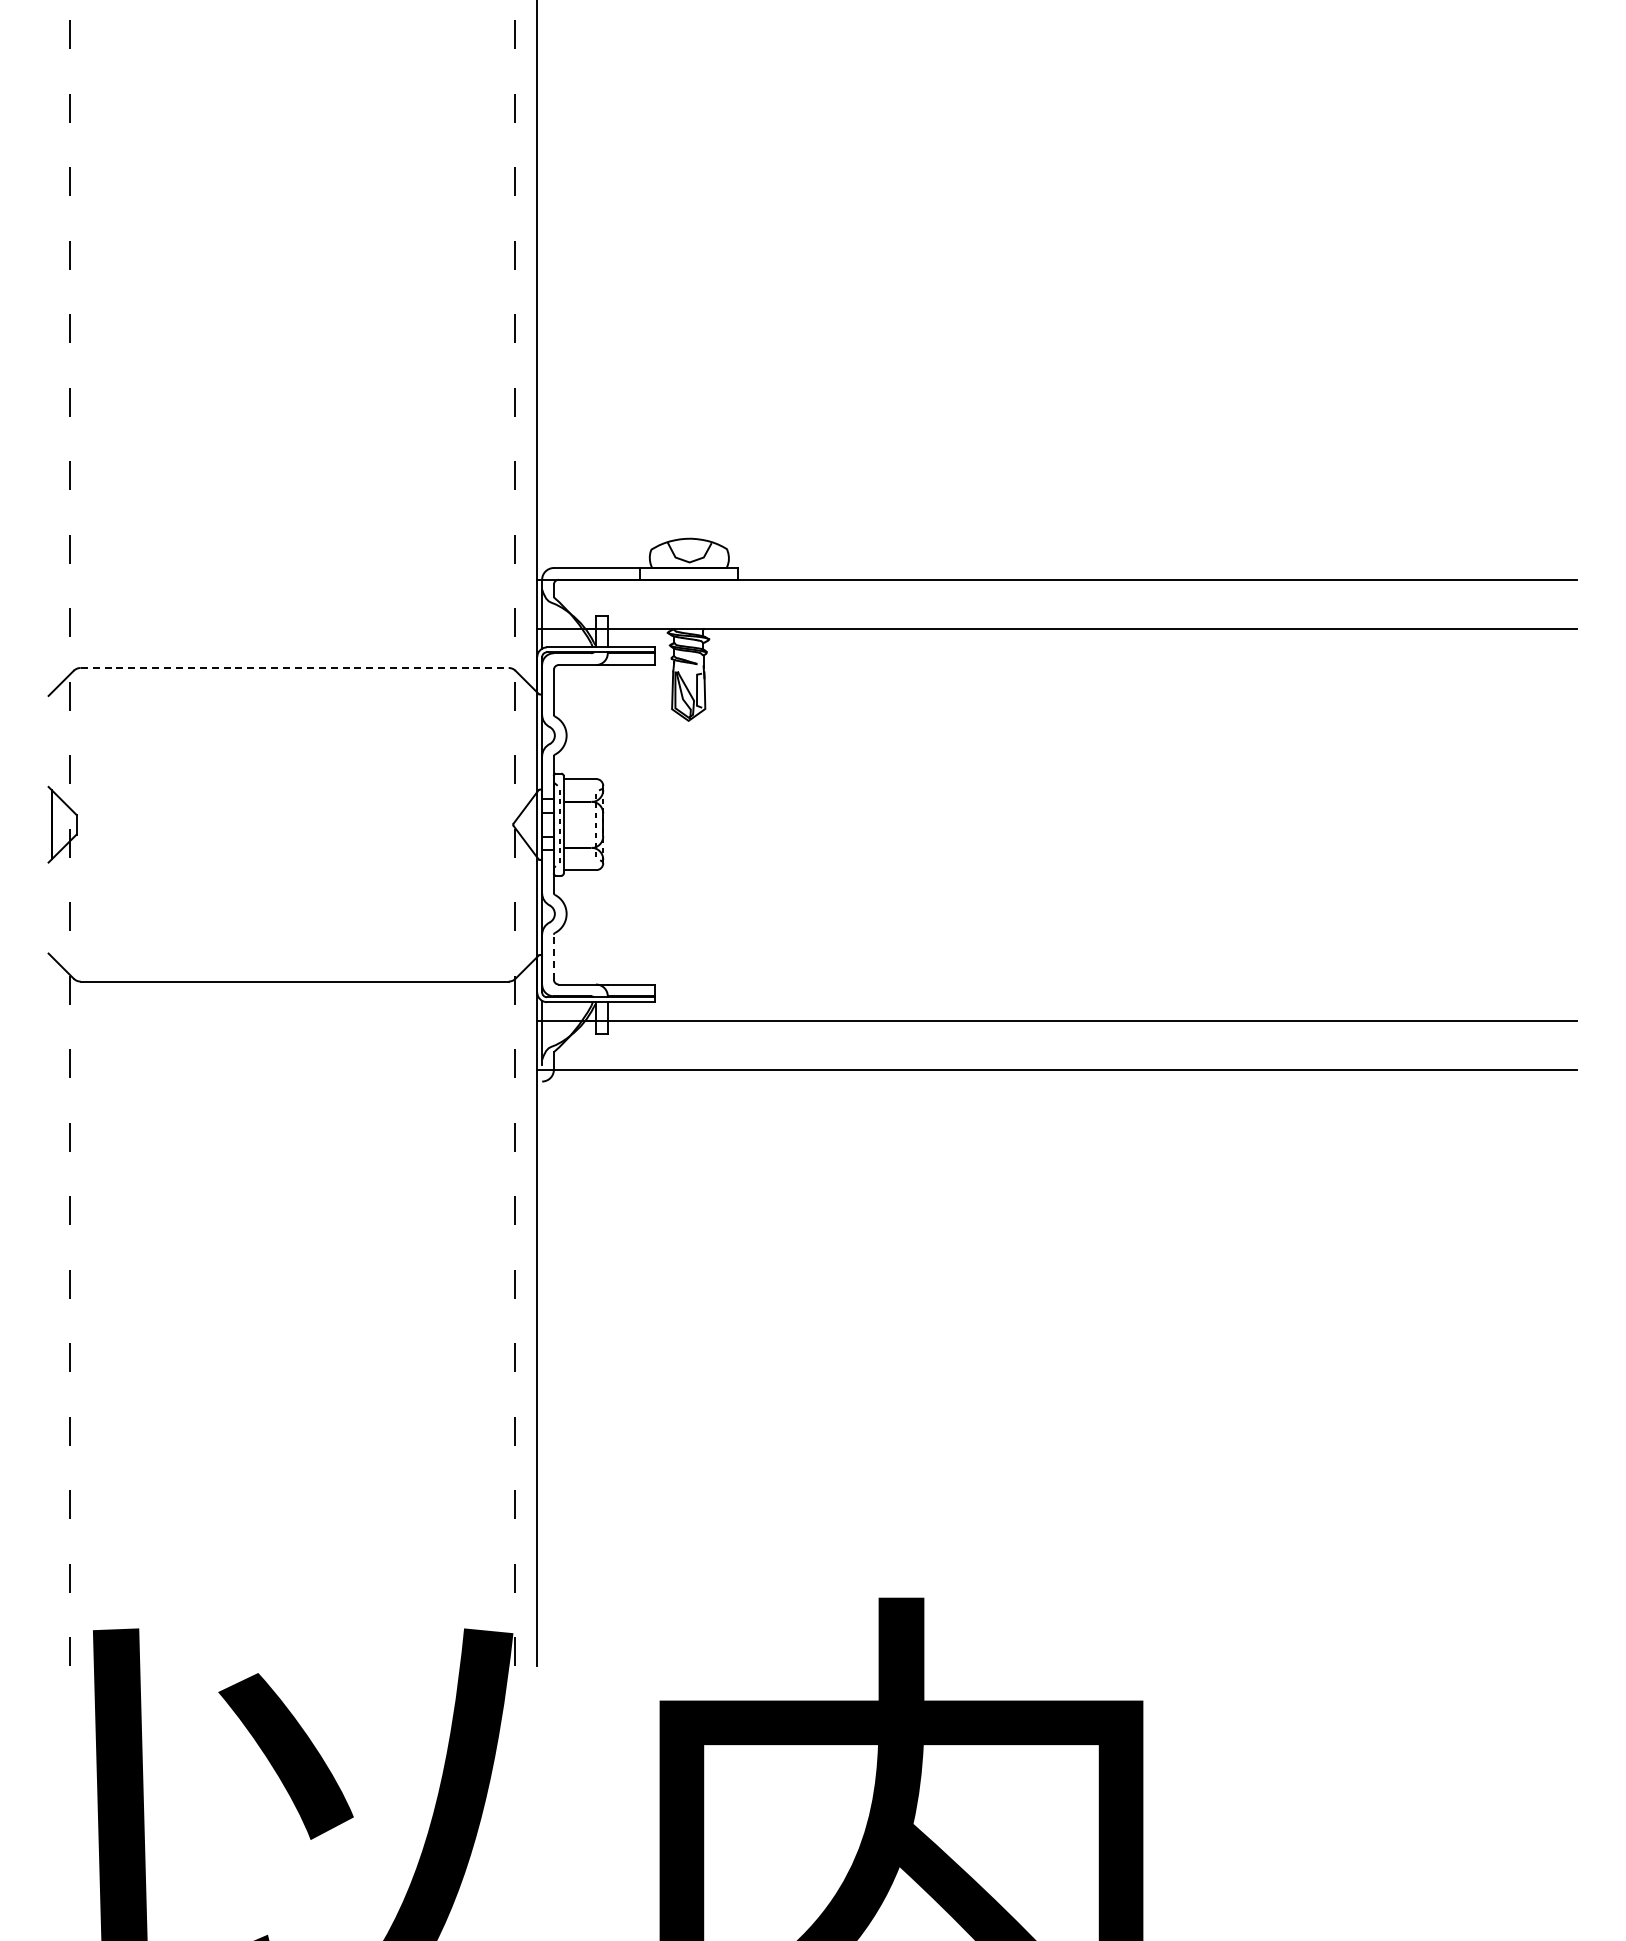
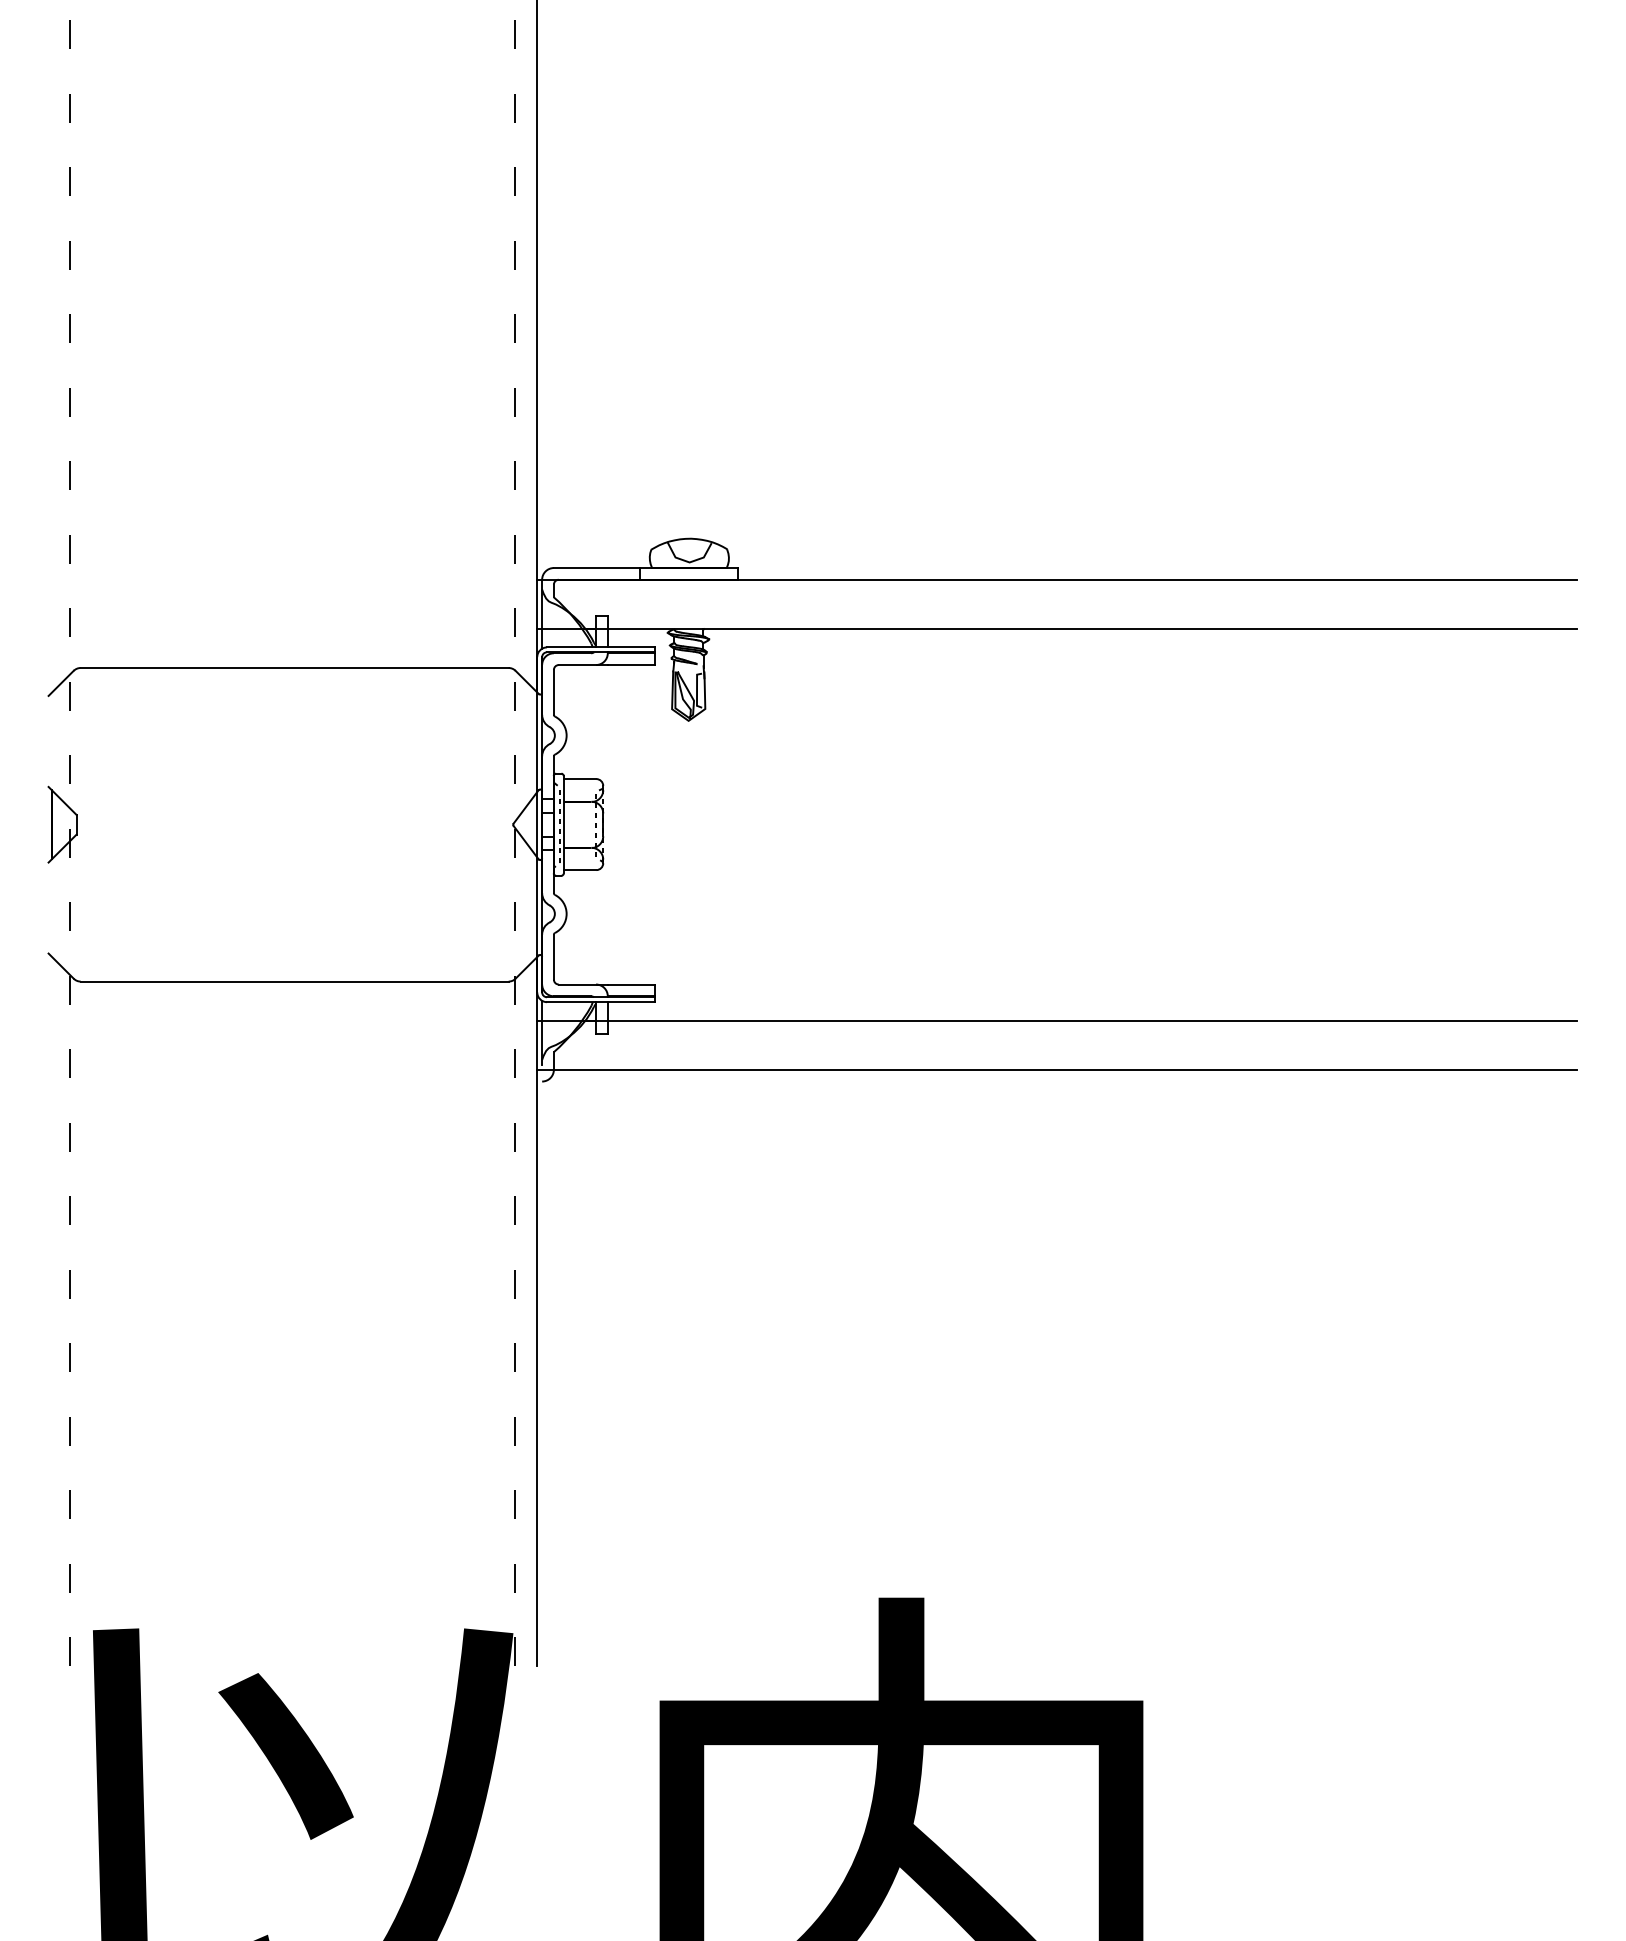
line at (294, 667): dashed -> solid
line at (553, 956): dashed -> solid
